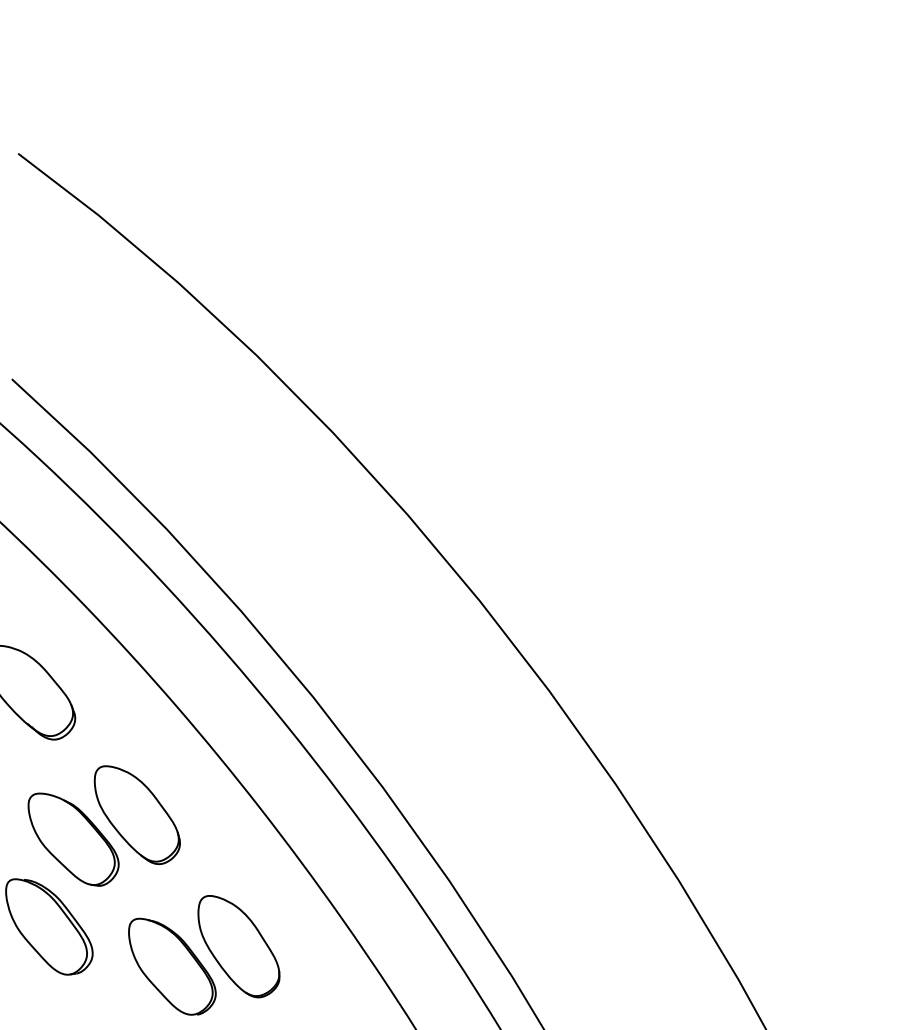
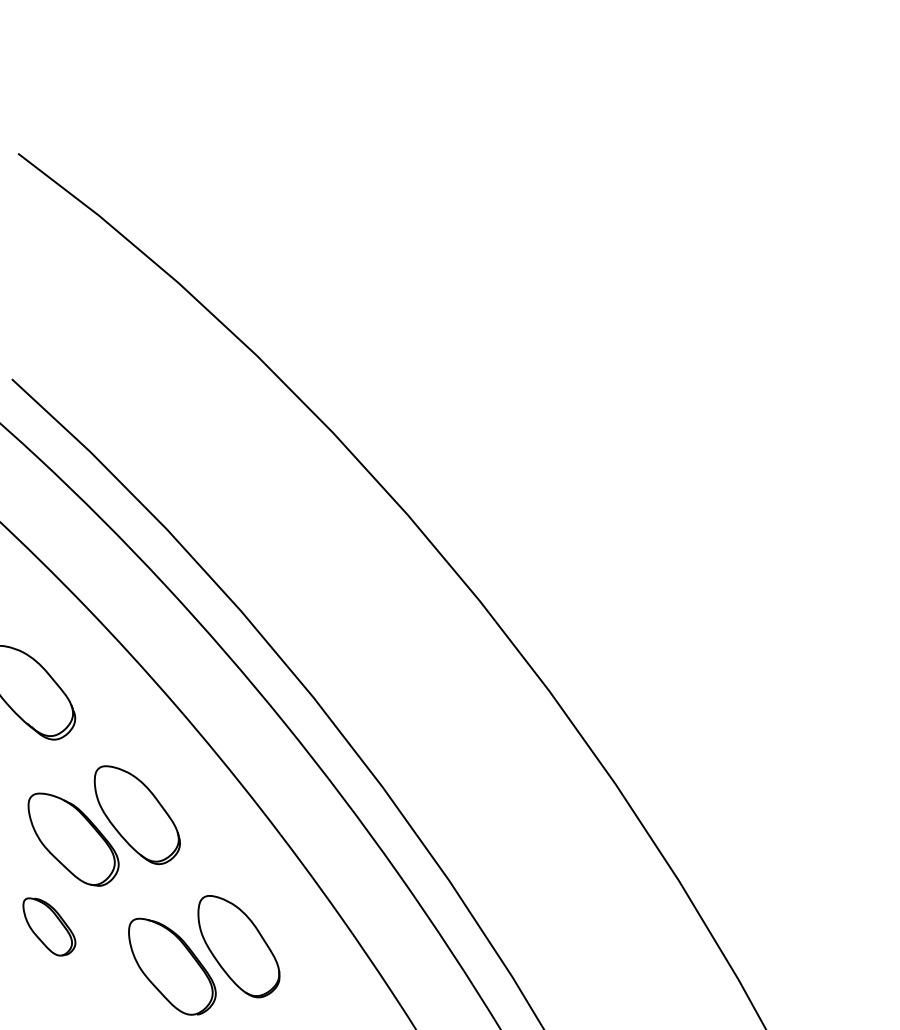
part at (49, 926) size: 89x98 px -> 55x60 px
